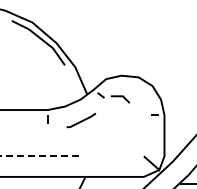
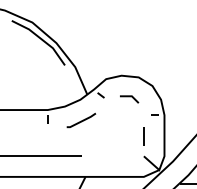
line at (120, 97) position: (120, 97) -> (129, 97)
line at (143, 136): none -> present
line at (41, 156): dashed -> solid
